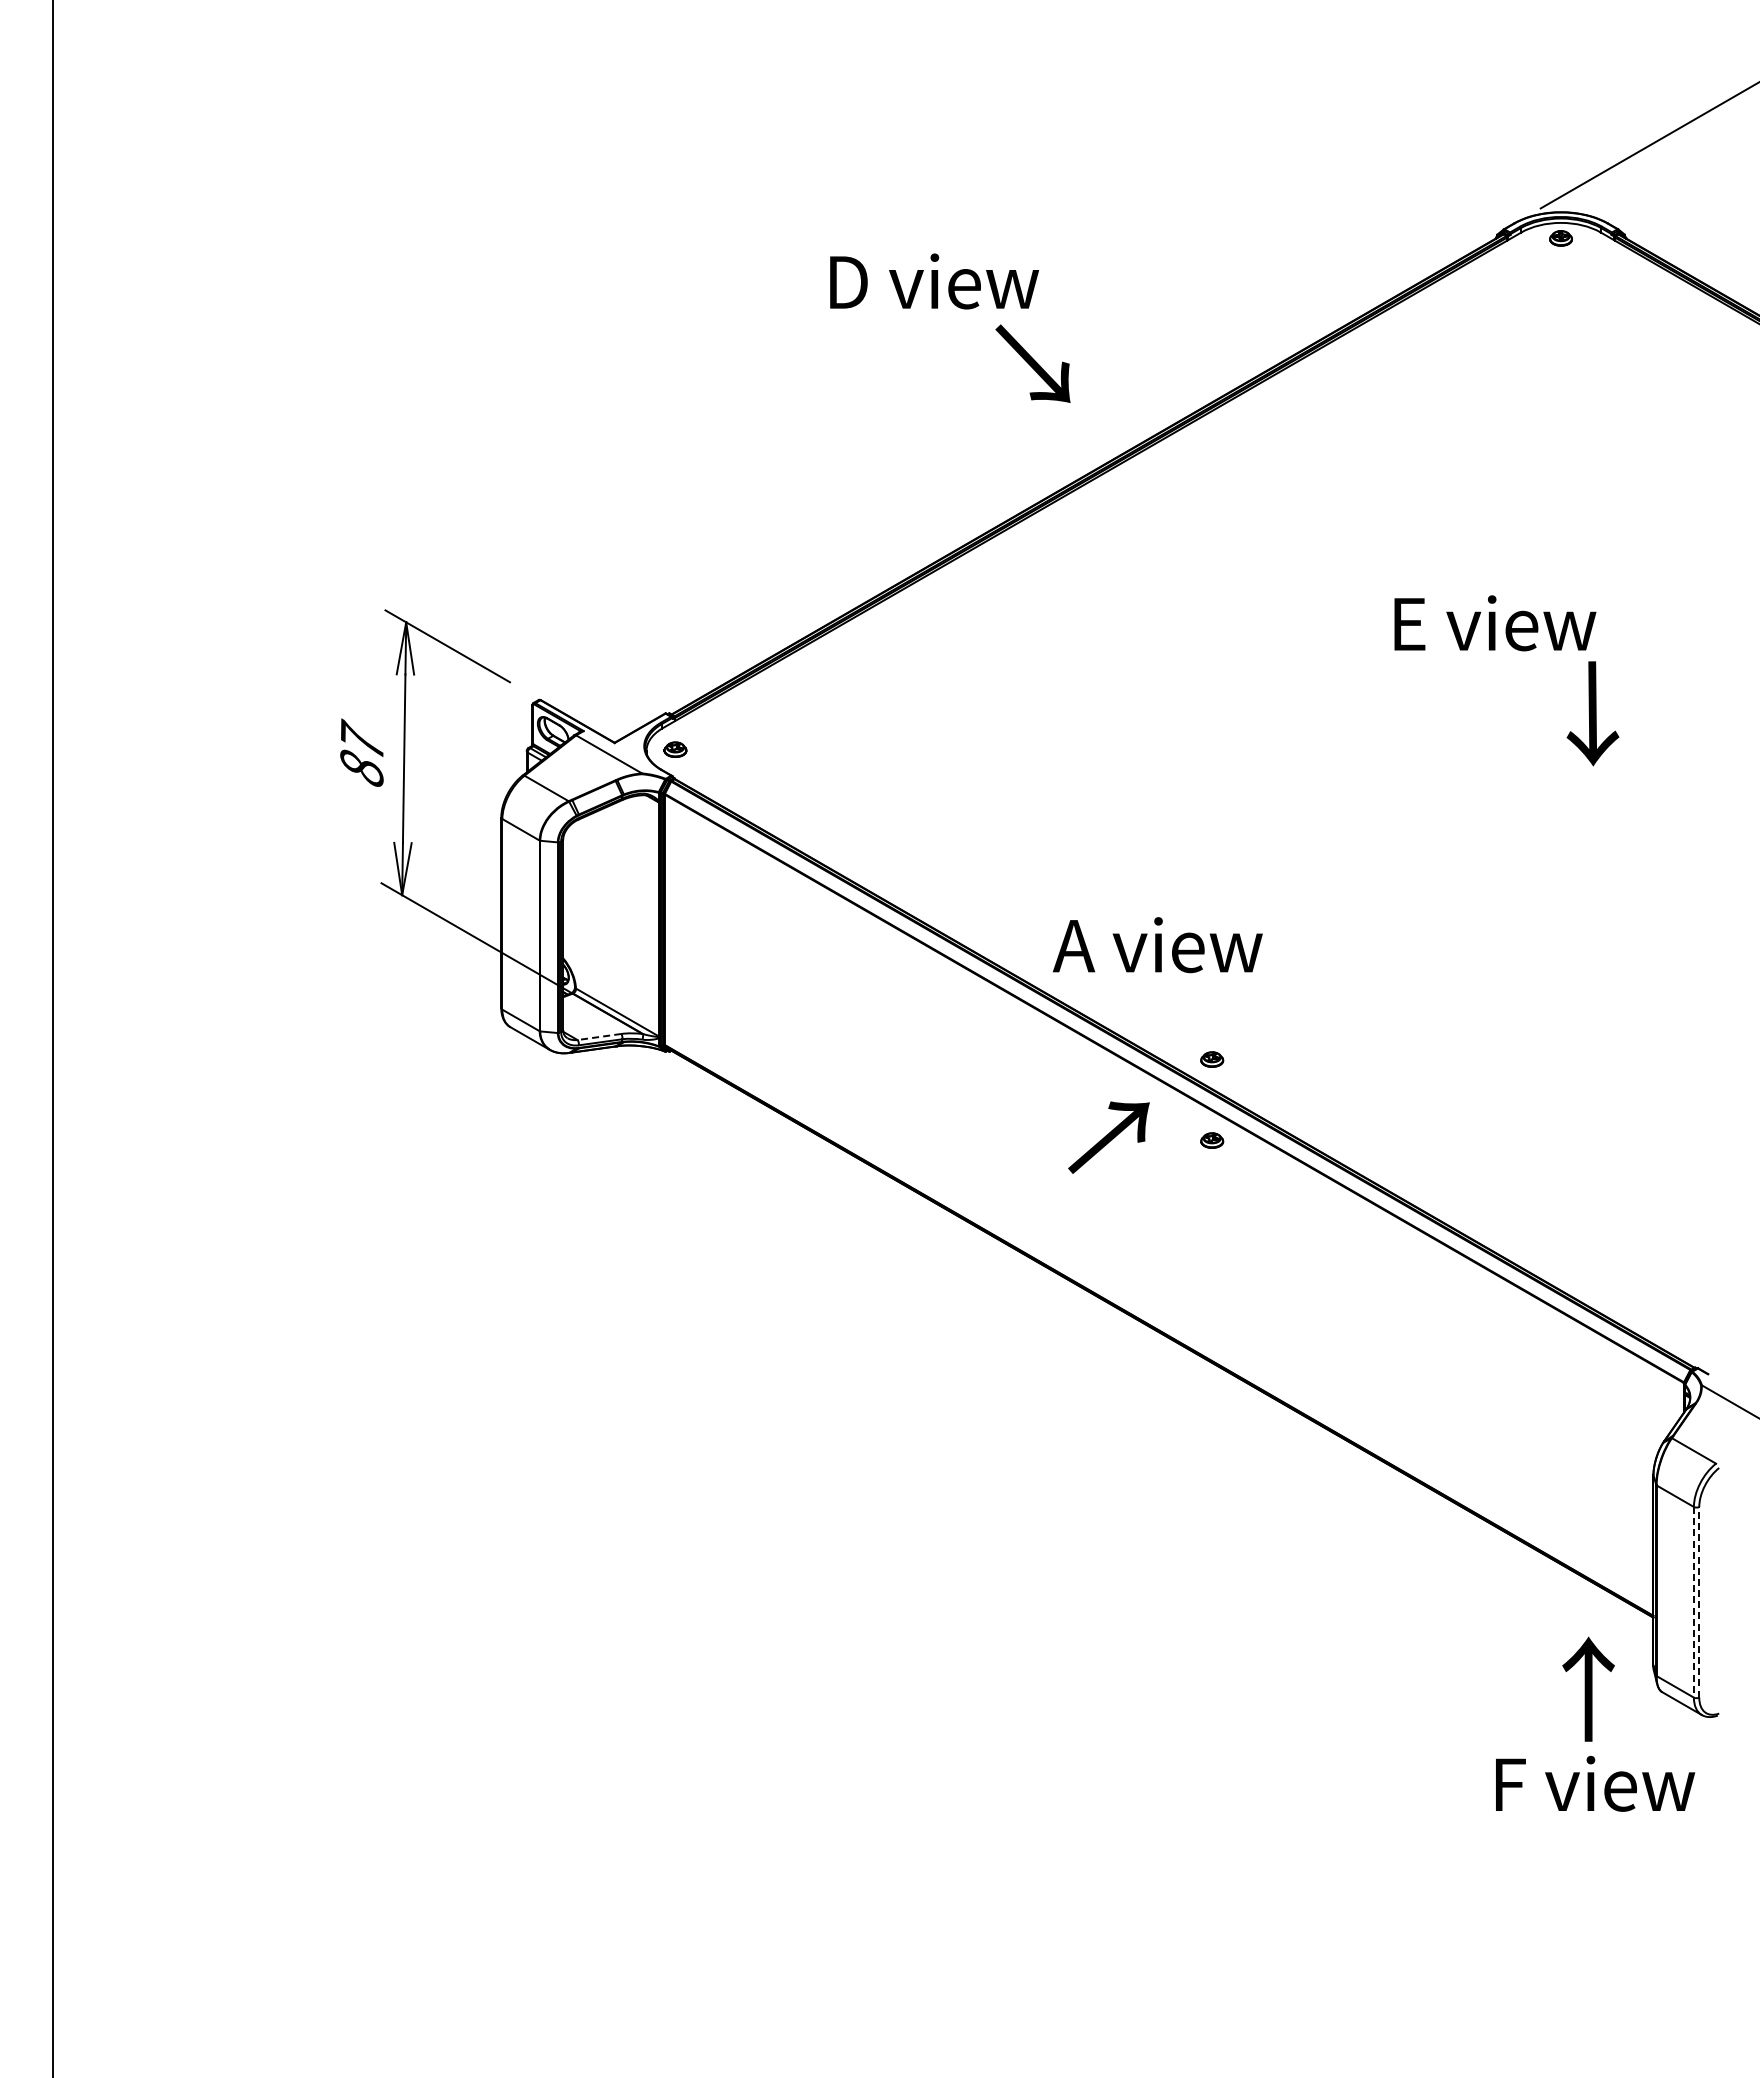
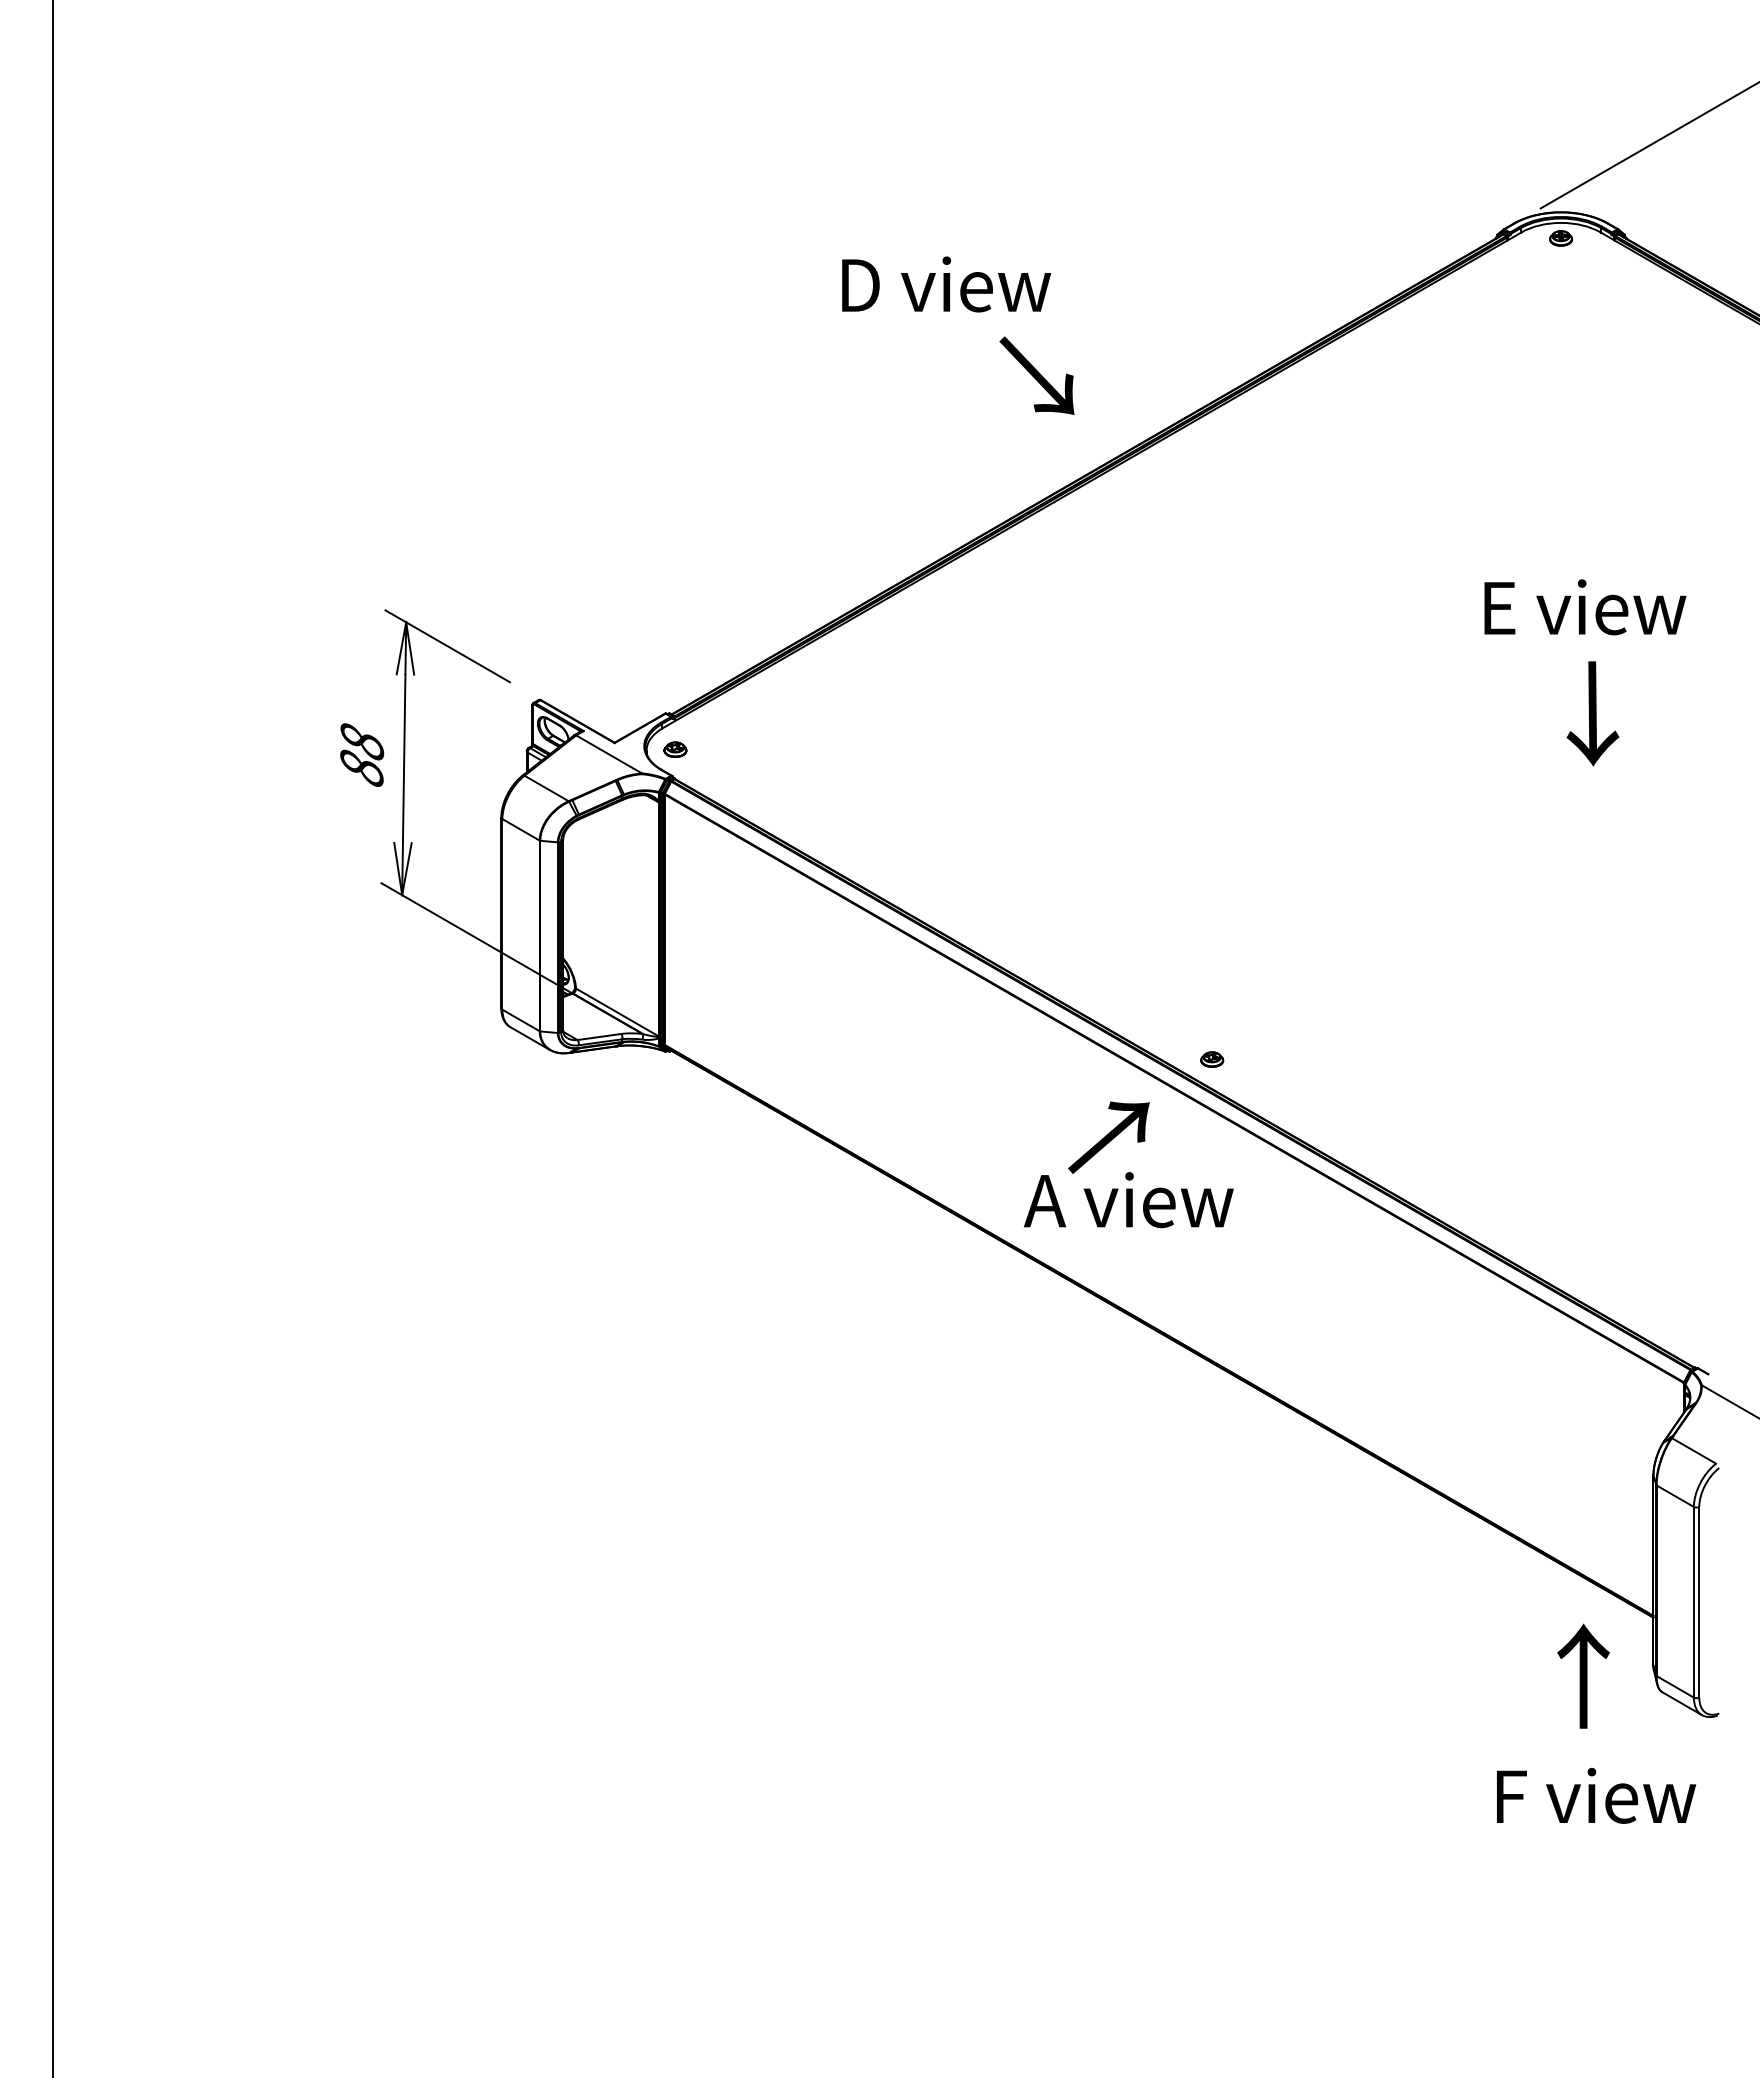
text at (934, 281) position: (934, 281) -> (946, 284)
text at (1032, 363) position: (1032, 363) -> (1036, 375)
text at (1495, 623) position: (1495, 623) -> (1585, 607)
text at (362, 739): 87 -> 88
text at (1157, 945) position: (1157, 945) -> (1128, 1200)
line at (598, 1037): dashed -> solid
part at (1212, 1140): present -> none
line at (1699, 1601): dashed -> solid
line at (1693, 1602): dashed -> solid
text at (1588, 1688) position: (1588, 1688) -> (1583, 1675)
text at (1595, 1783) position: (1595, 1783) -> (1596, 1795)
